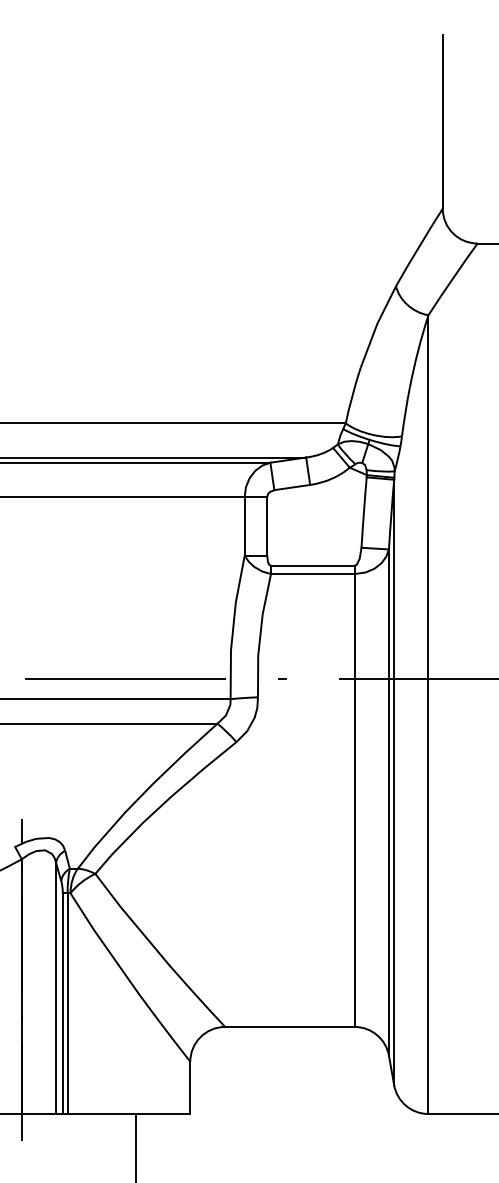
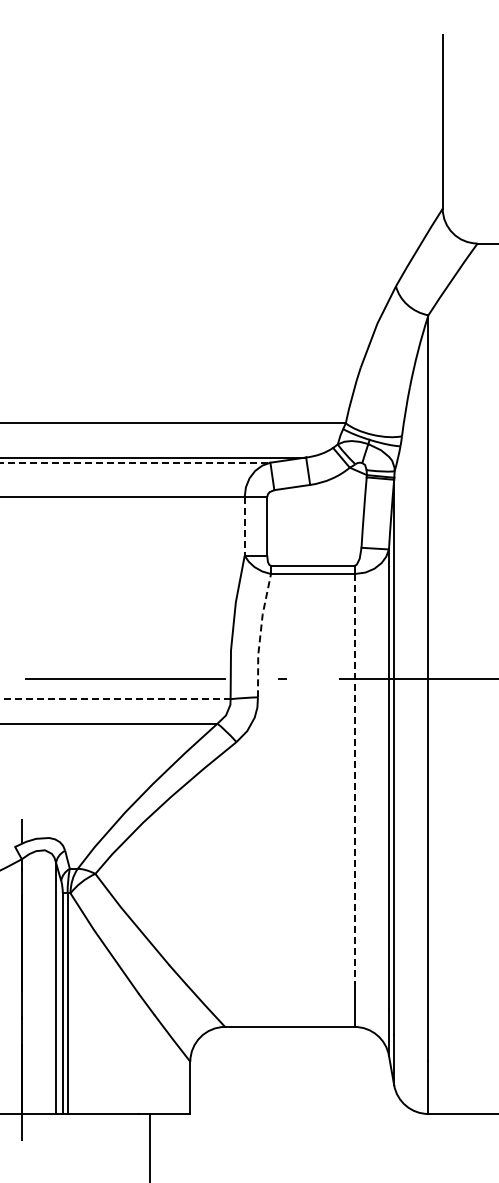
line at (135, 462): solid -> dashed
line at (244, 526): solid -> dashed
line at (260, 634): solid -> dashed
line at (115, 699): solid -> dashed
line at (354, 779): solid -> dashed
line at (136, 1146) position: (136, 1146) -> (150, 1146)
